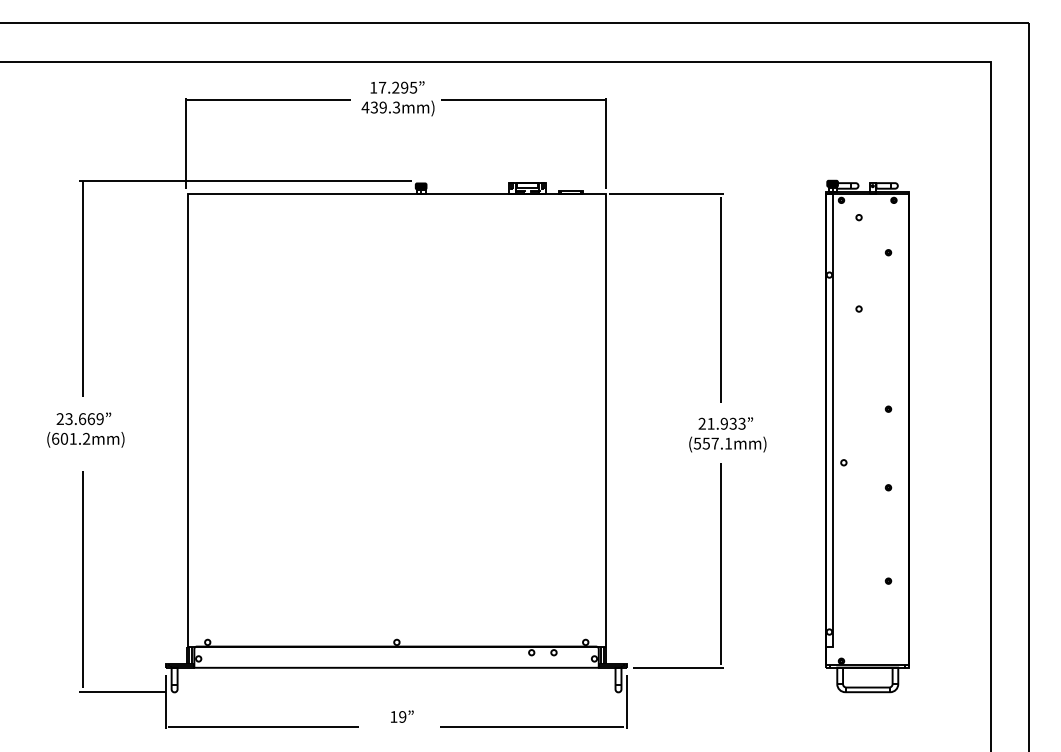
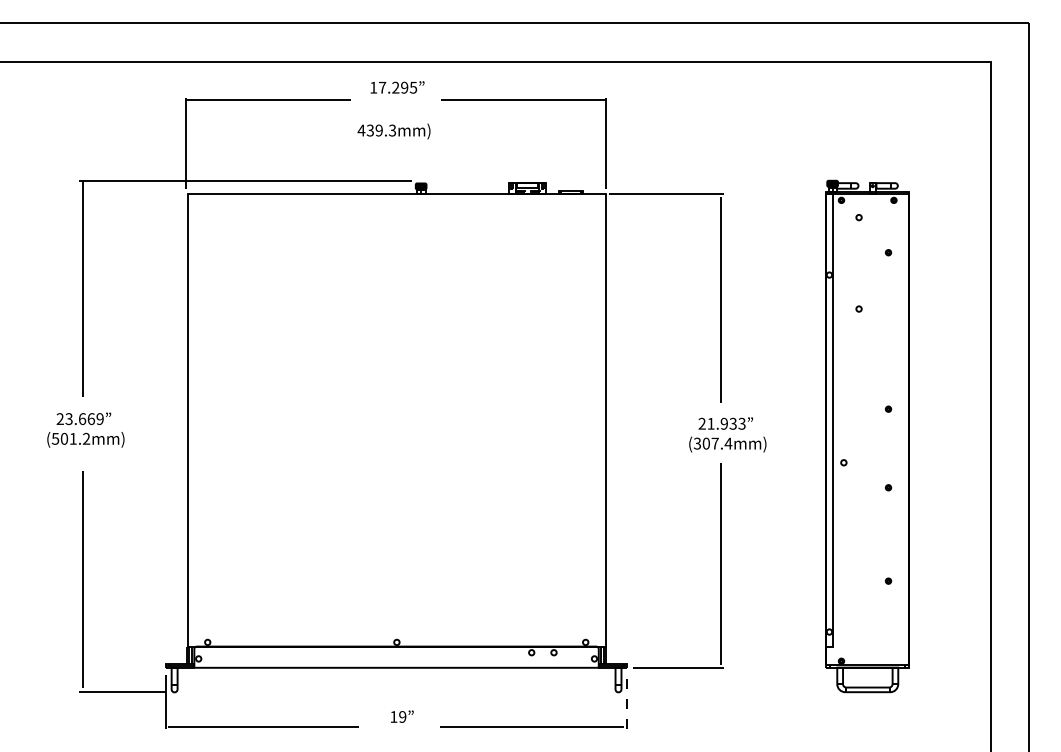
text at (397, 108) position: (397, 108) -> (393, 131)
text at (55, 438): (601.2mm) -> (501.2mm)
text at (713, 443): (557.1mm) -> (307.4mm)
line at (626, 702): solid -> dashed
